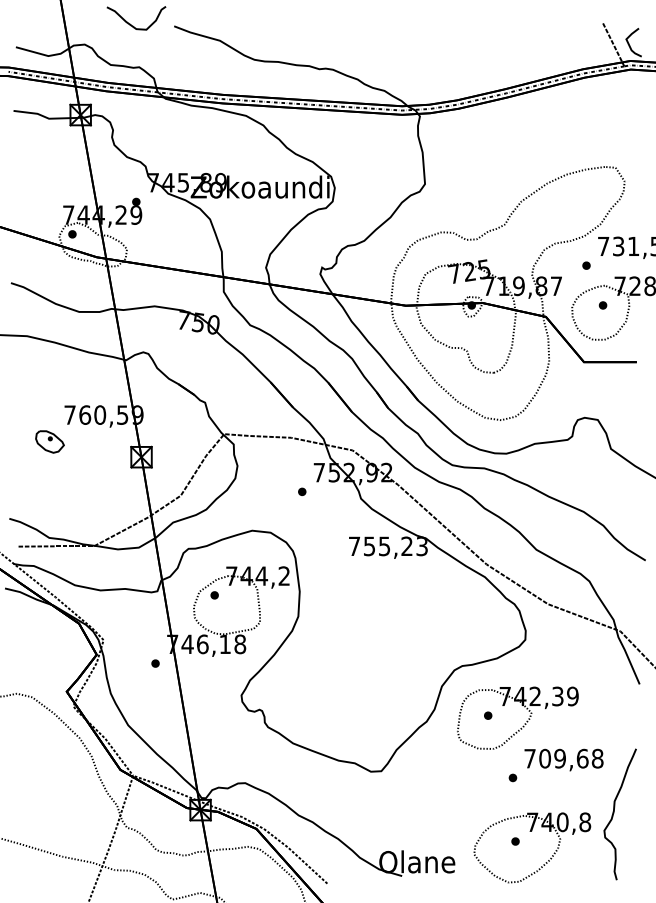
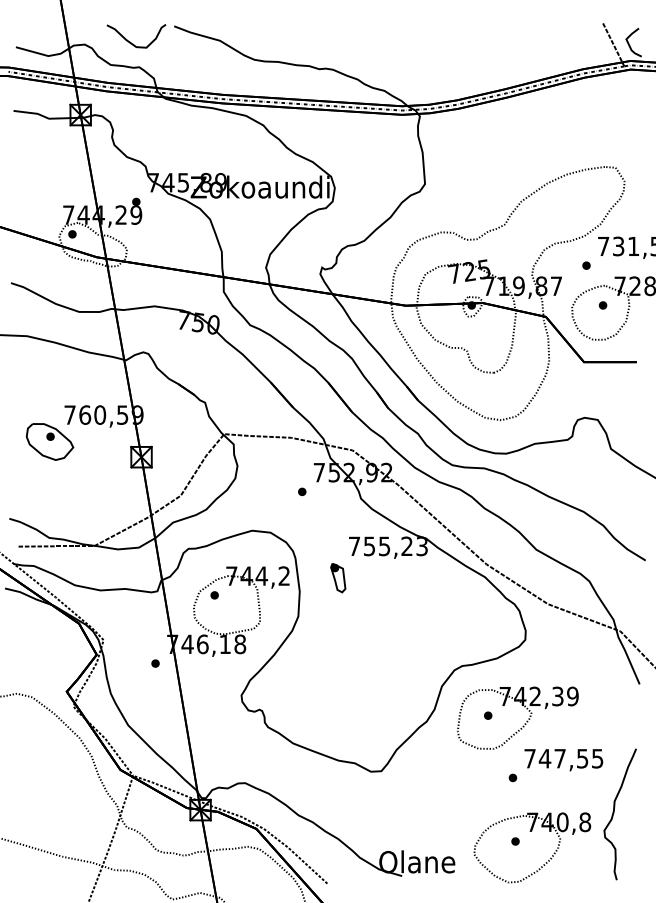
curve at (133, 25) position: (133, 25) -> (133, 43)
part at (49, 441) size: 30x24 px -> 50x38 px
part at (338, 578): none -> present
text at (570, 758): 709,68 -> 747,55
